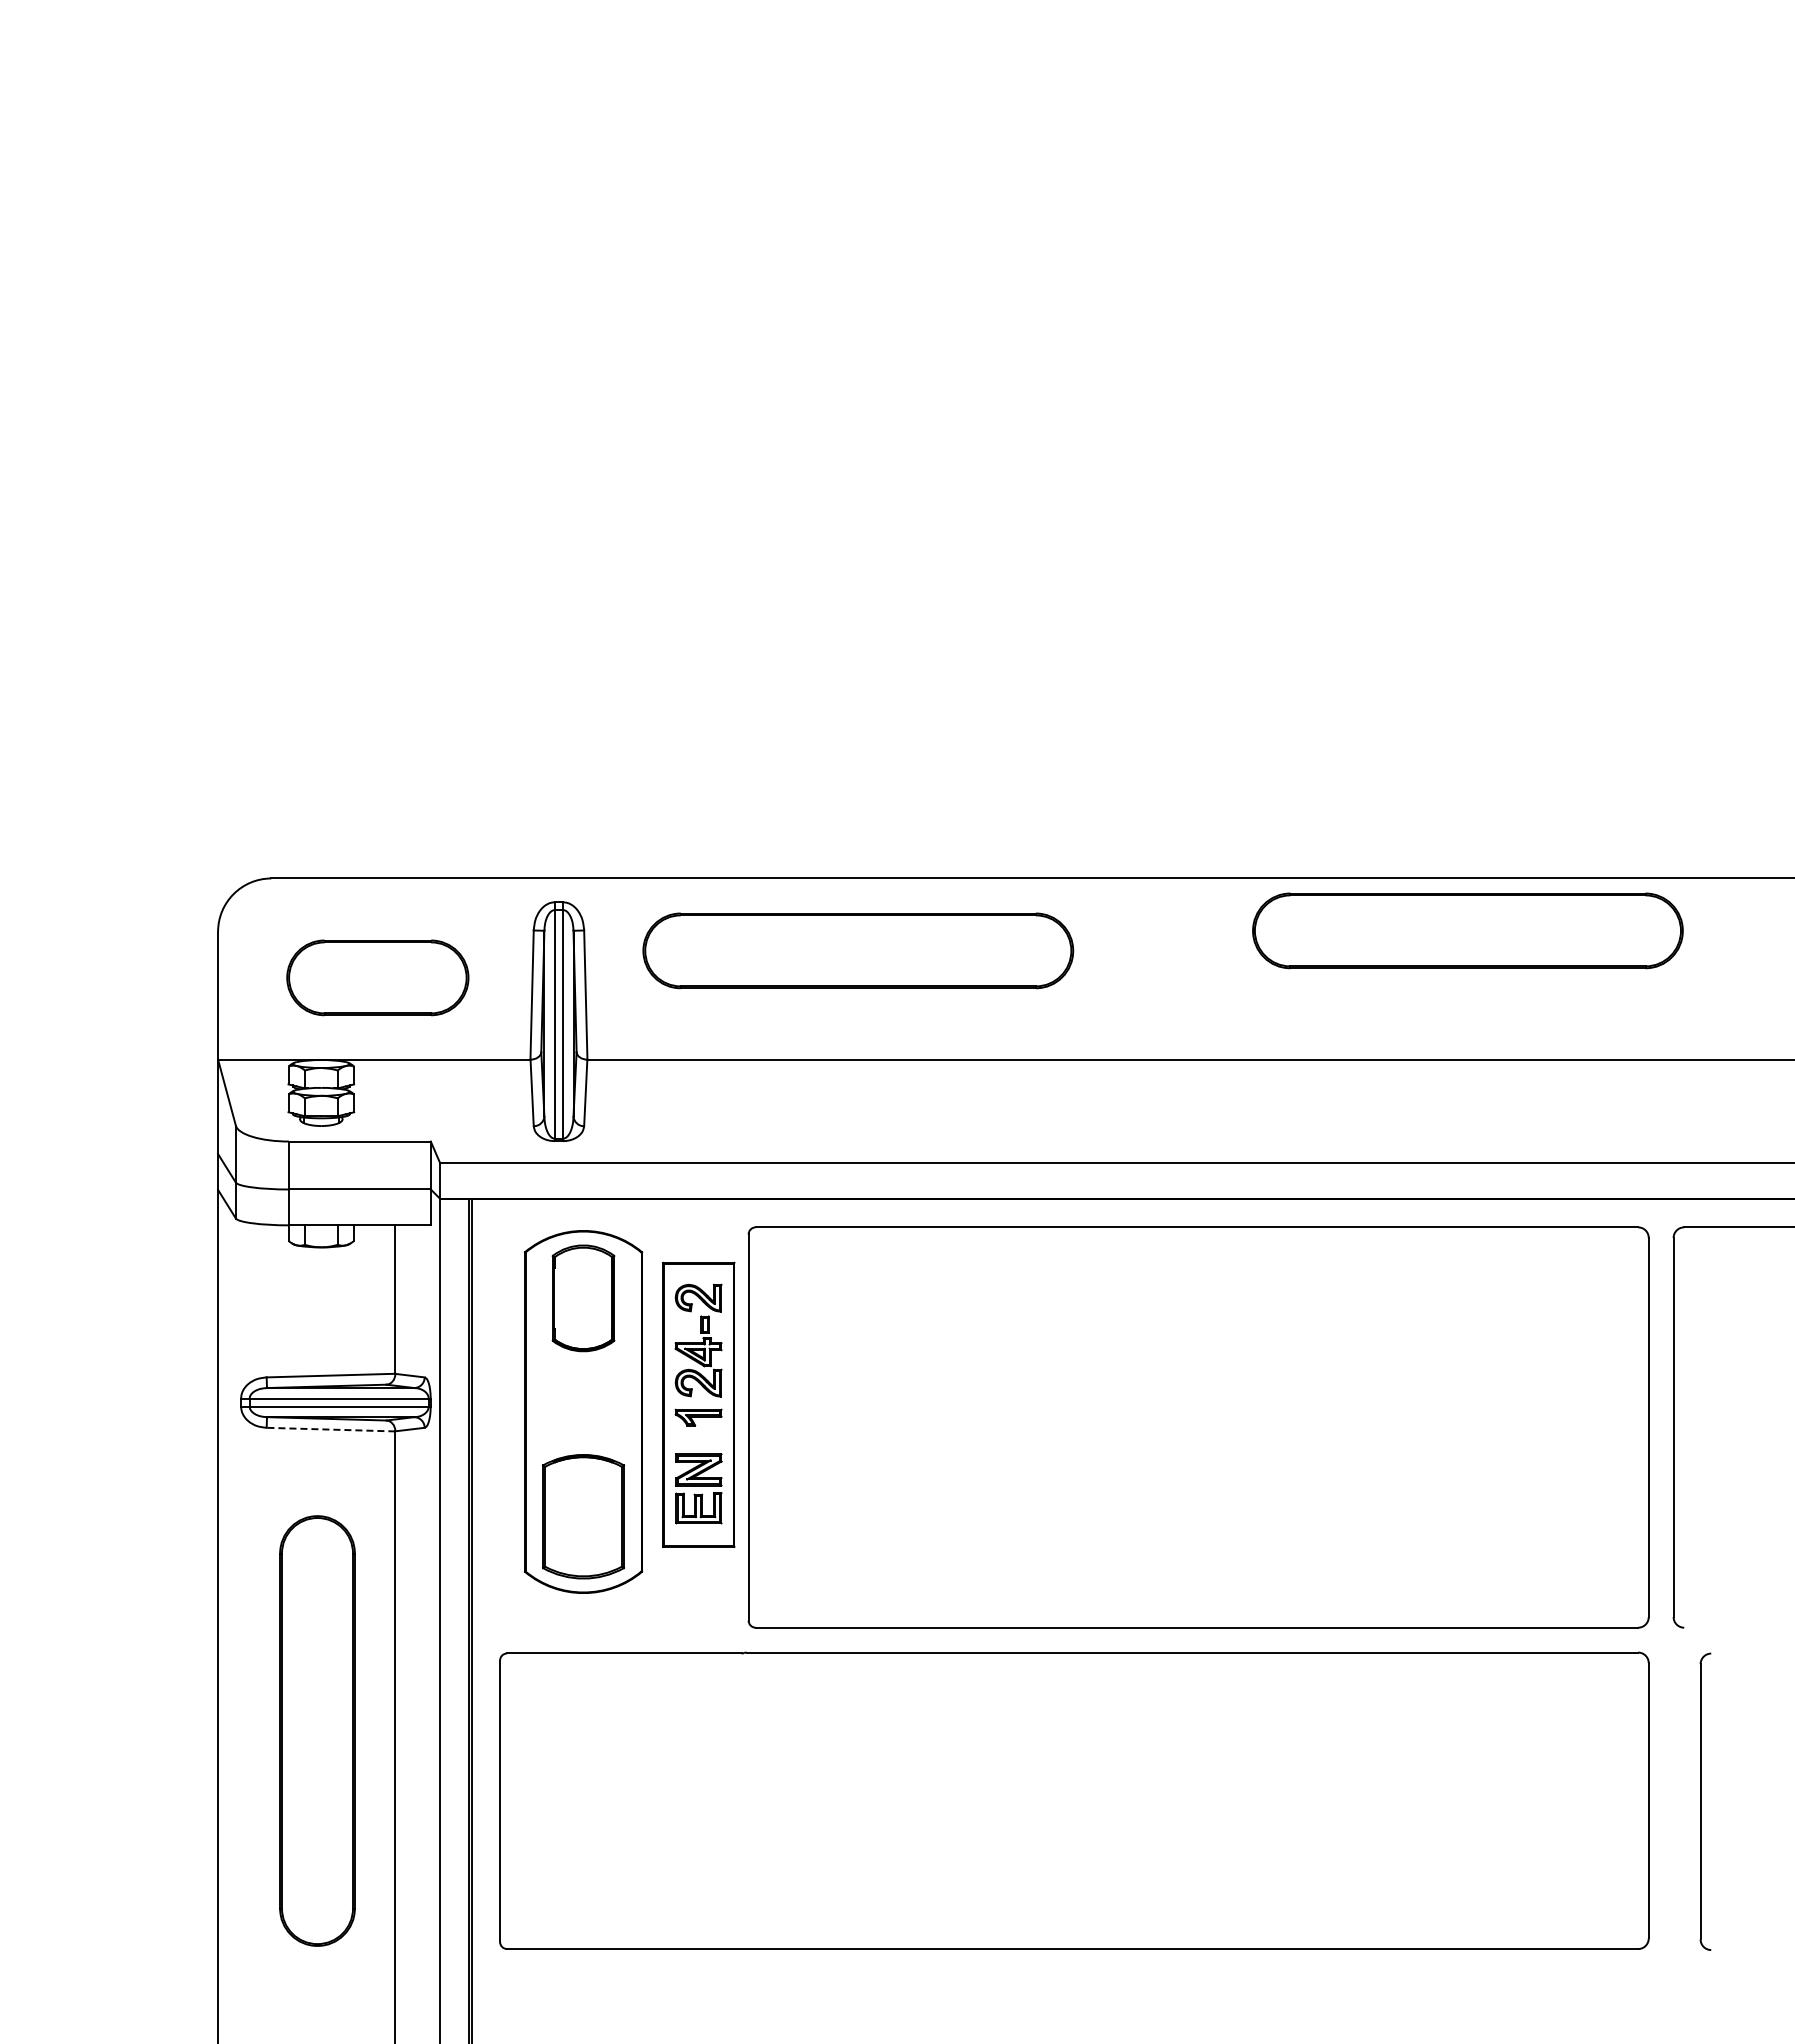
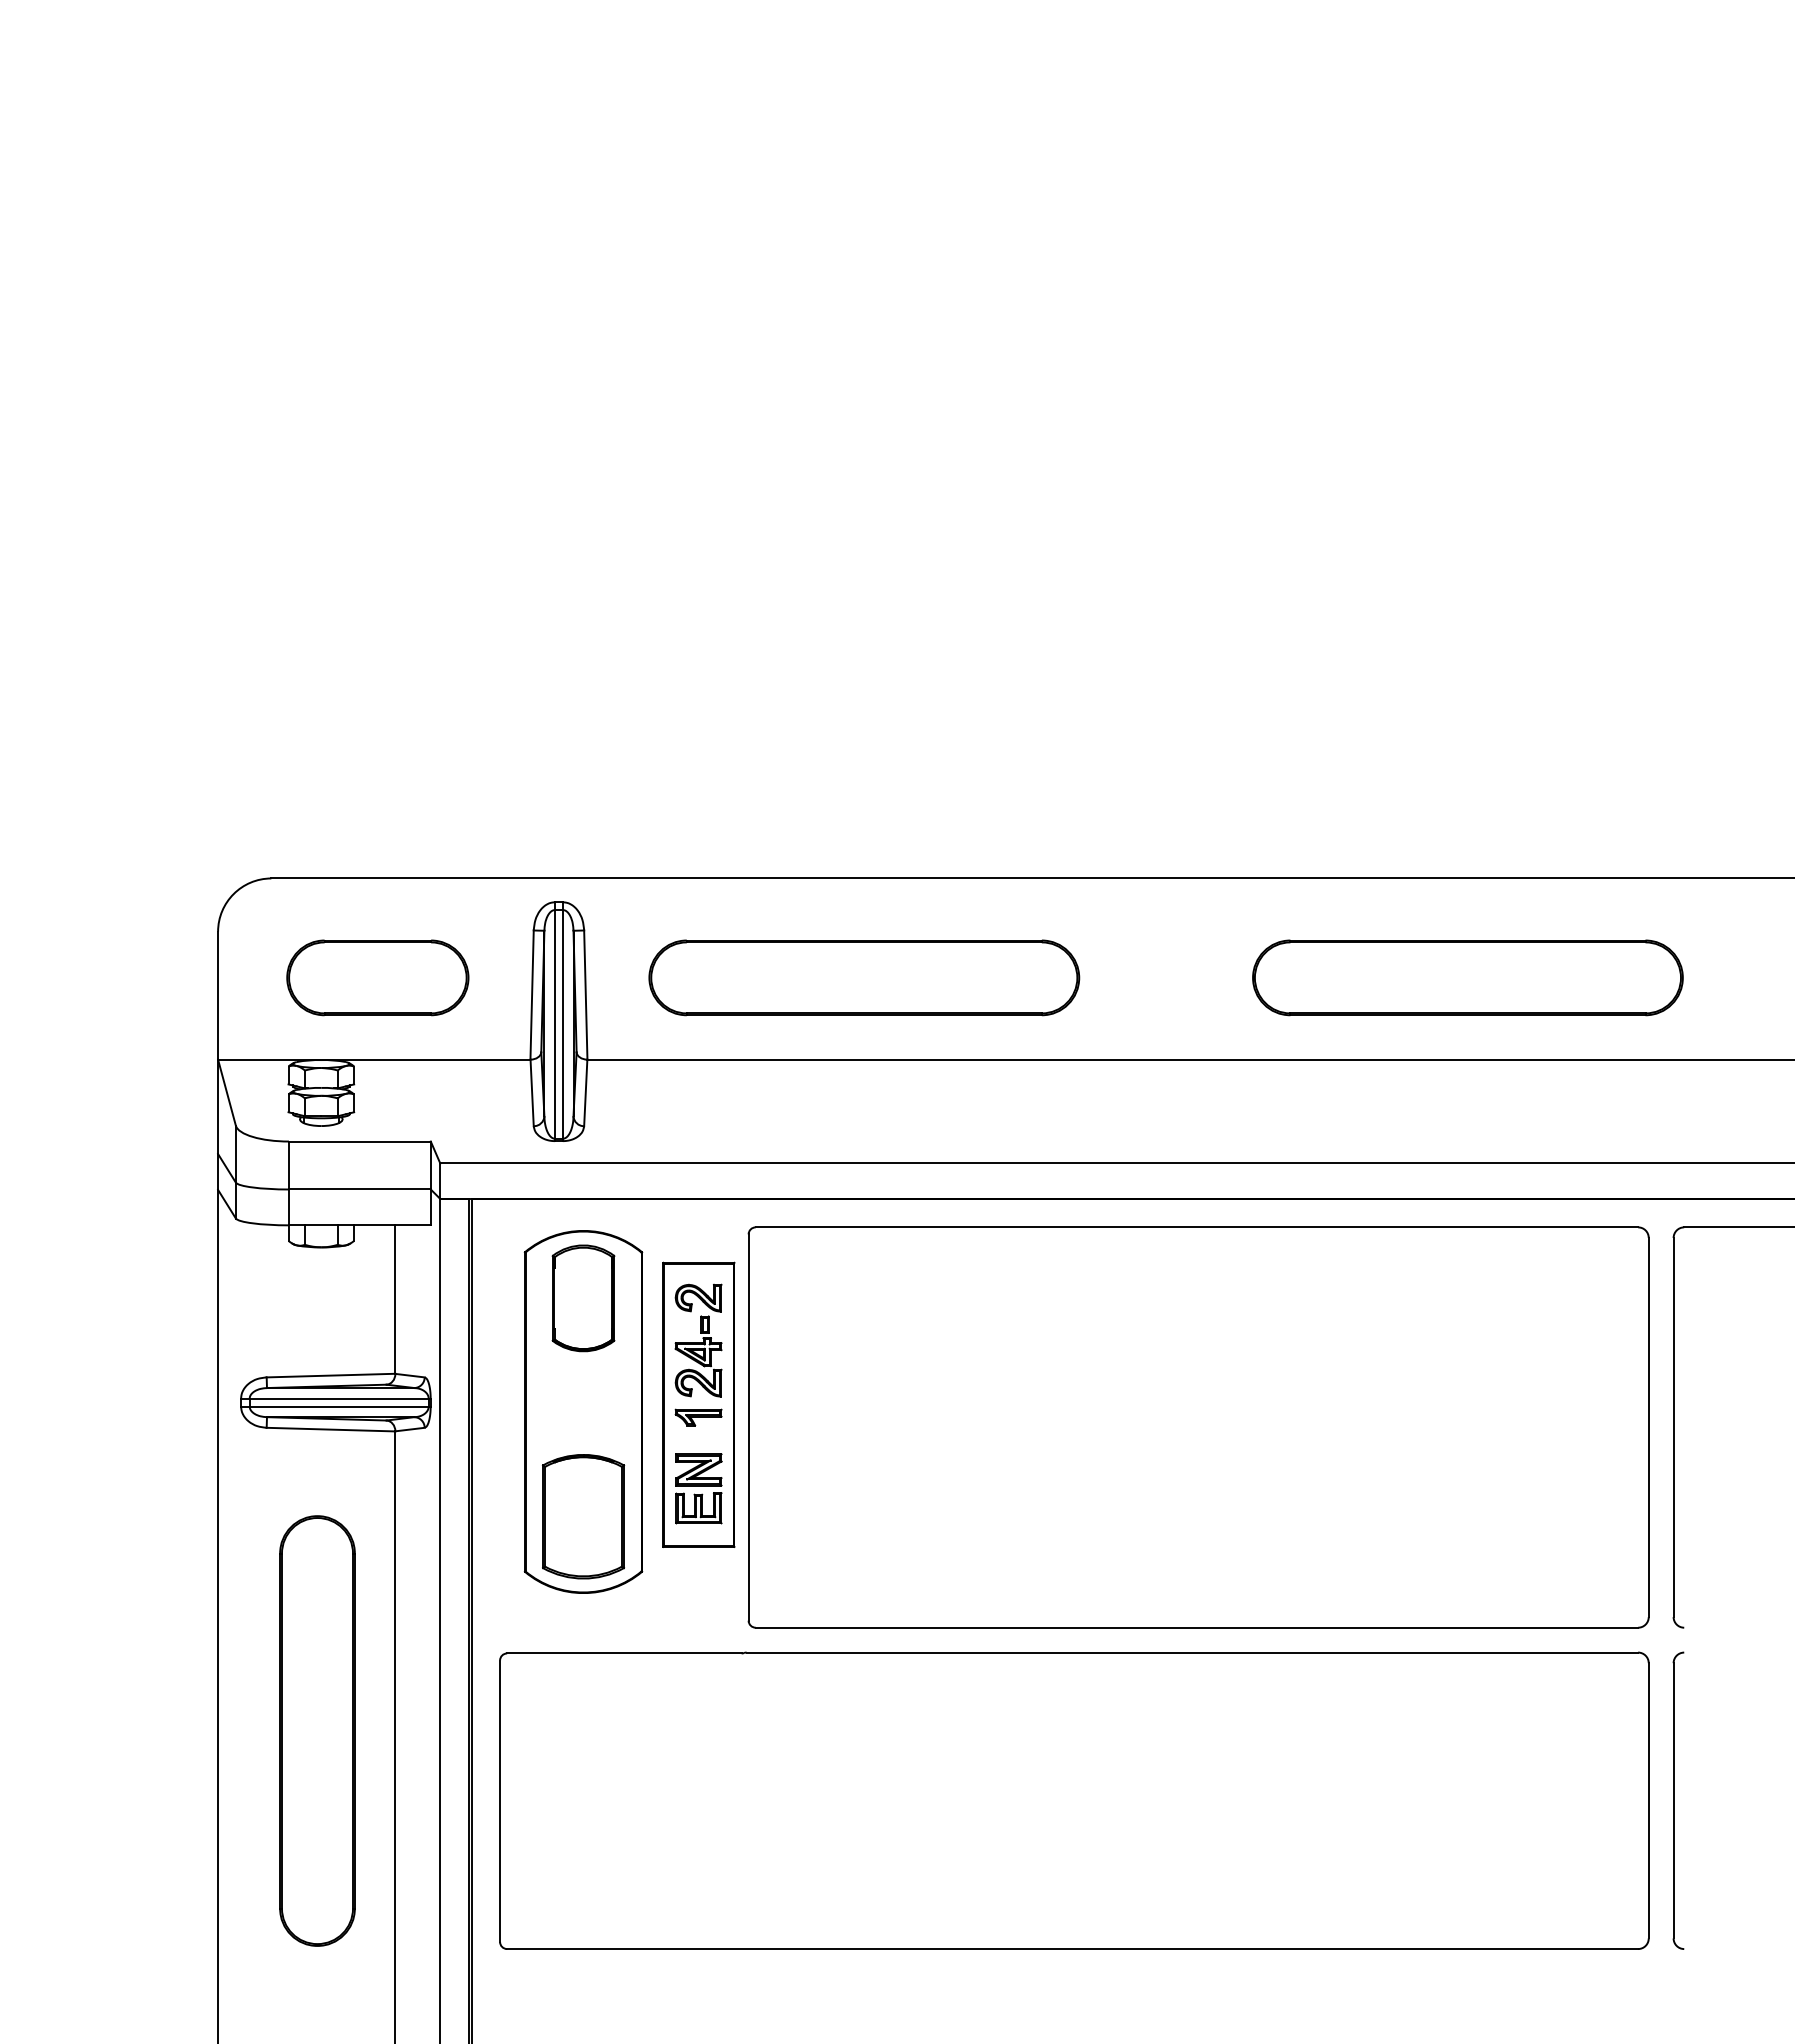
part at (1467, 930) position: (1467, 930) -> (1467, 977)
part at (858, 950) position: (858, 950) -> (864, 977)
line at (330, 1429): dashed -> solid
part at (1705, 1801) position: (1705, 1801) -> (1678, 1800)
